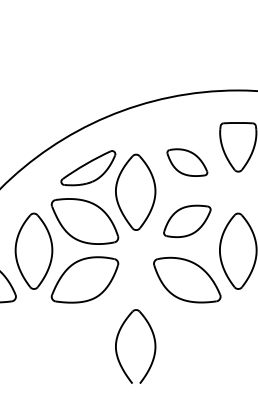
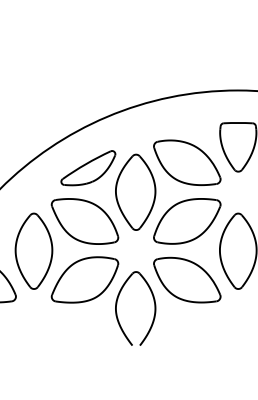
part at (187, 162) size: 43x29 px -> 69x47 px
part at (187, 221) size: 49x35 px -> 69x47 px
part at (117, 342) position: (117, 342) -> (117, 304)
